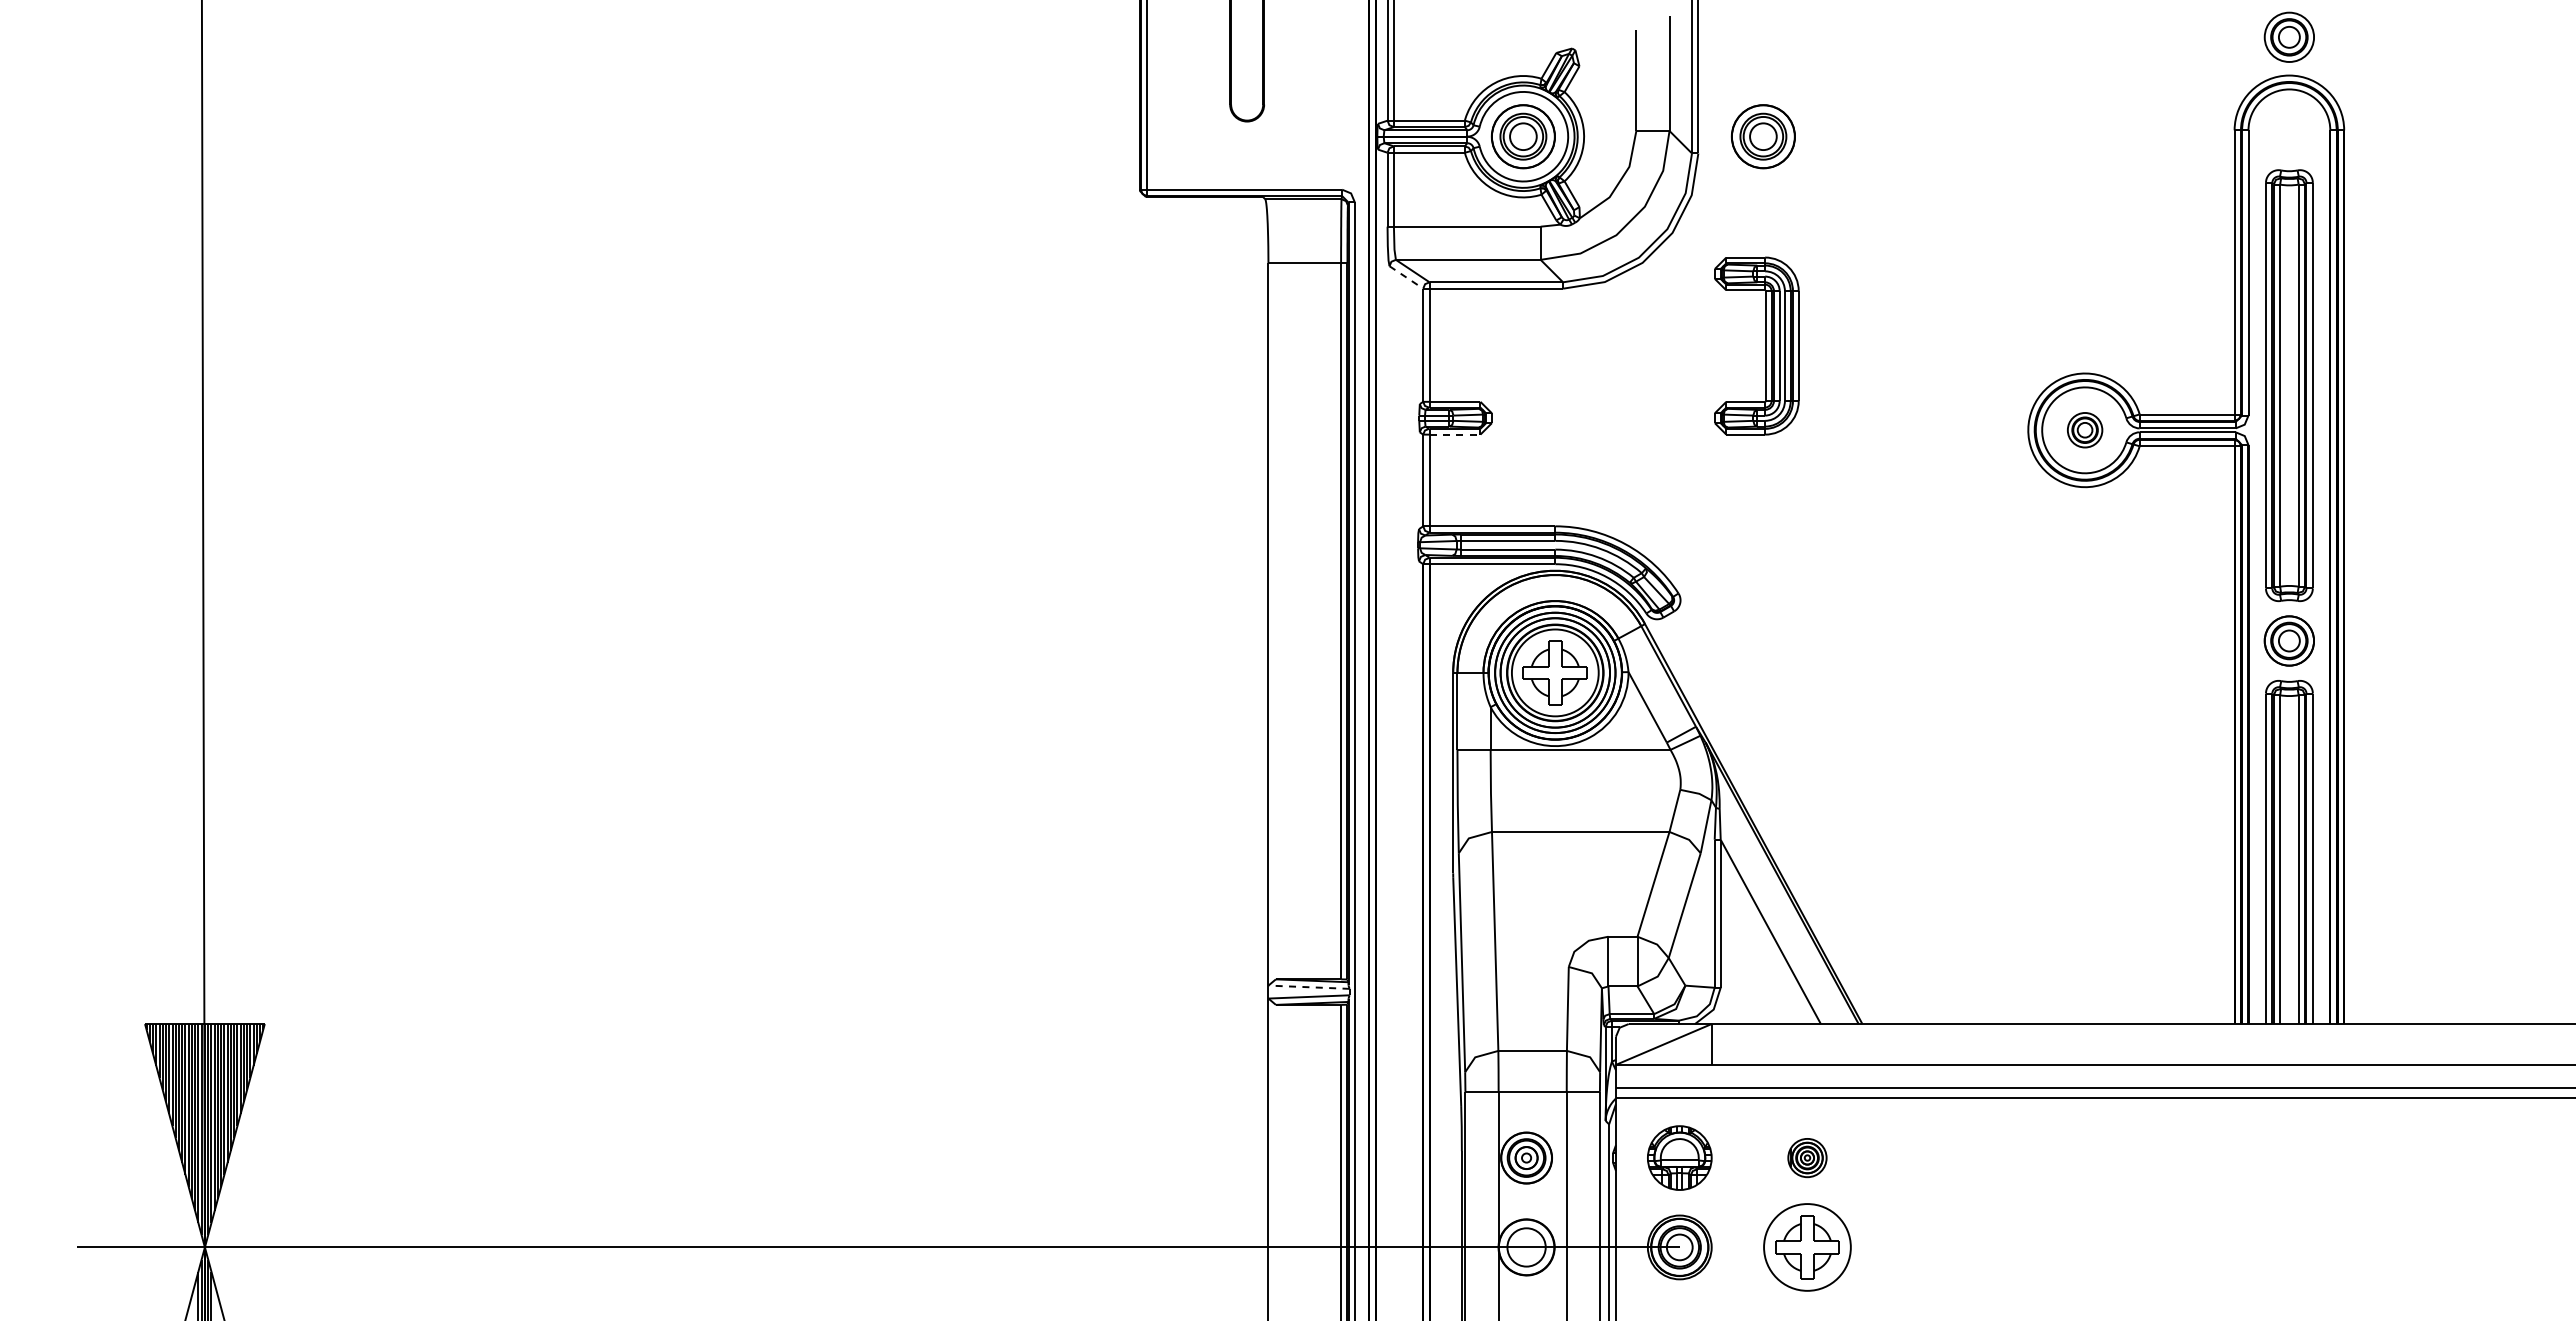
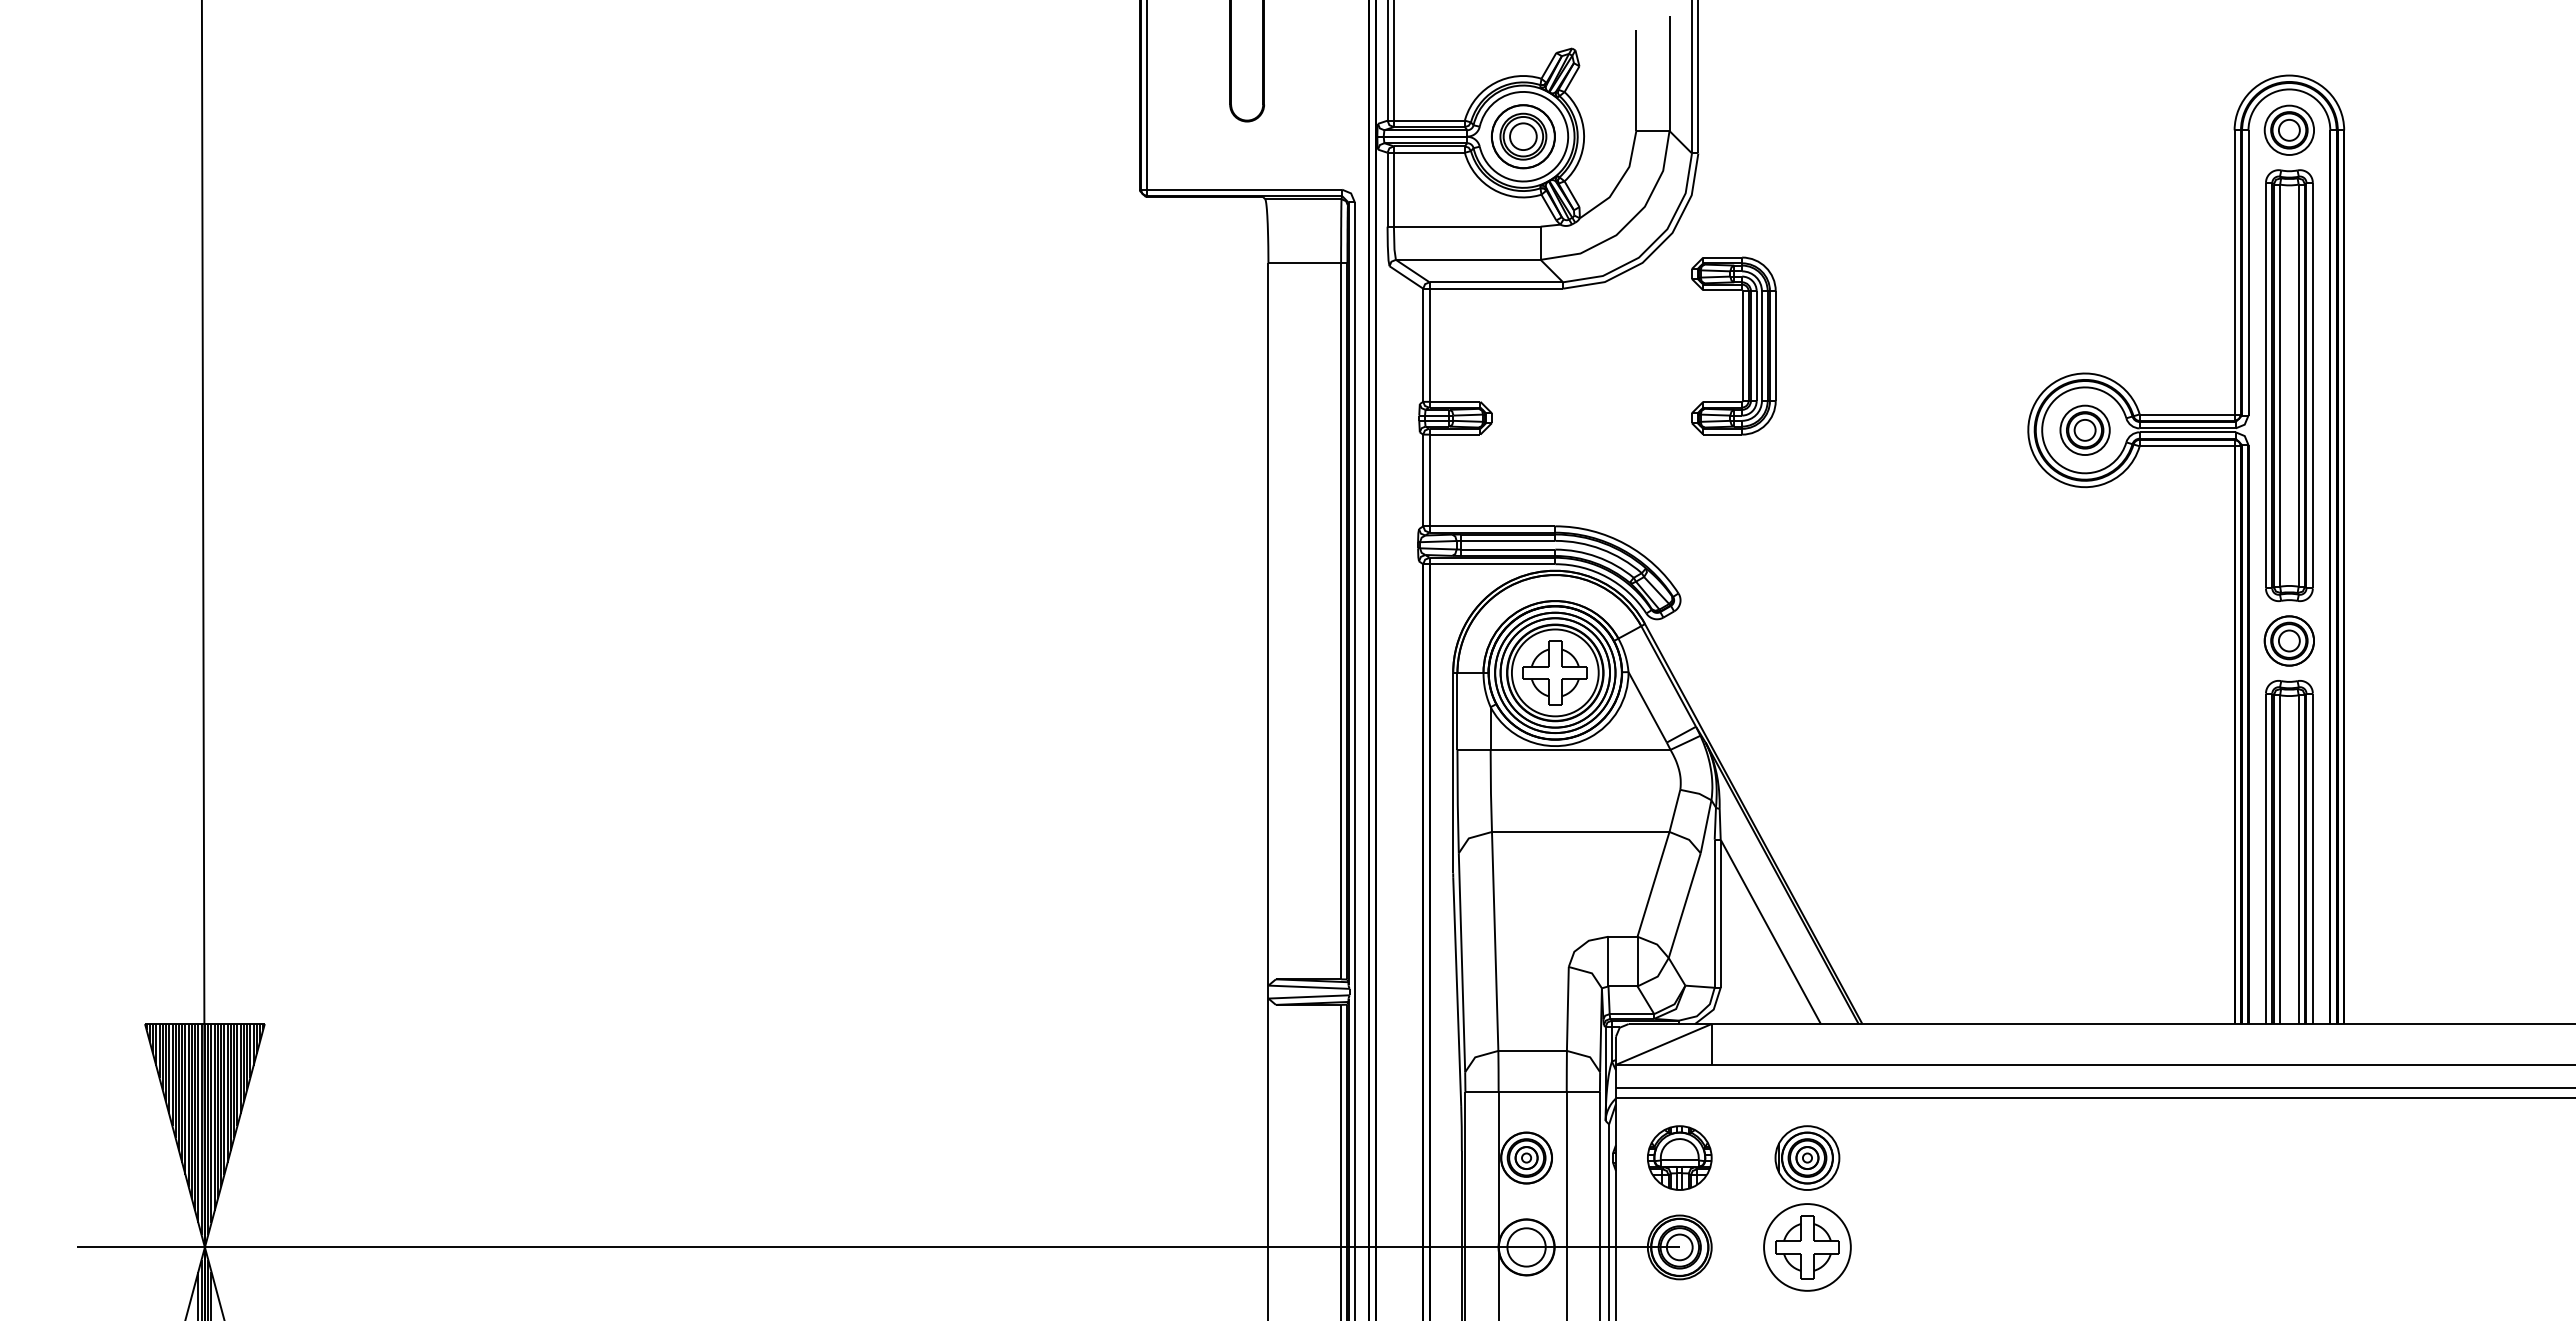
part at (2288, 36) position: (2288, 36) -> (2288, 129)
part at (1762, 136): present -> none
line at (1406, 277): dashed -> solid
part at (1765, 345) position: (1765, 345) -> (1742, 345)
part at (2085, 430) size: 37x37 px -> 52x52 px
line at (1455, 434): dashed -> solid
line at (1308, 987): dashed -> solid
part at (1807, 1158) size: 41x41 px -> 67x66 px
